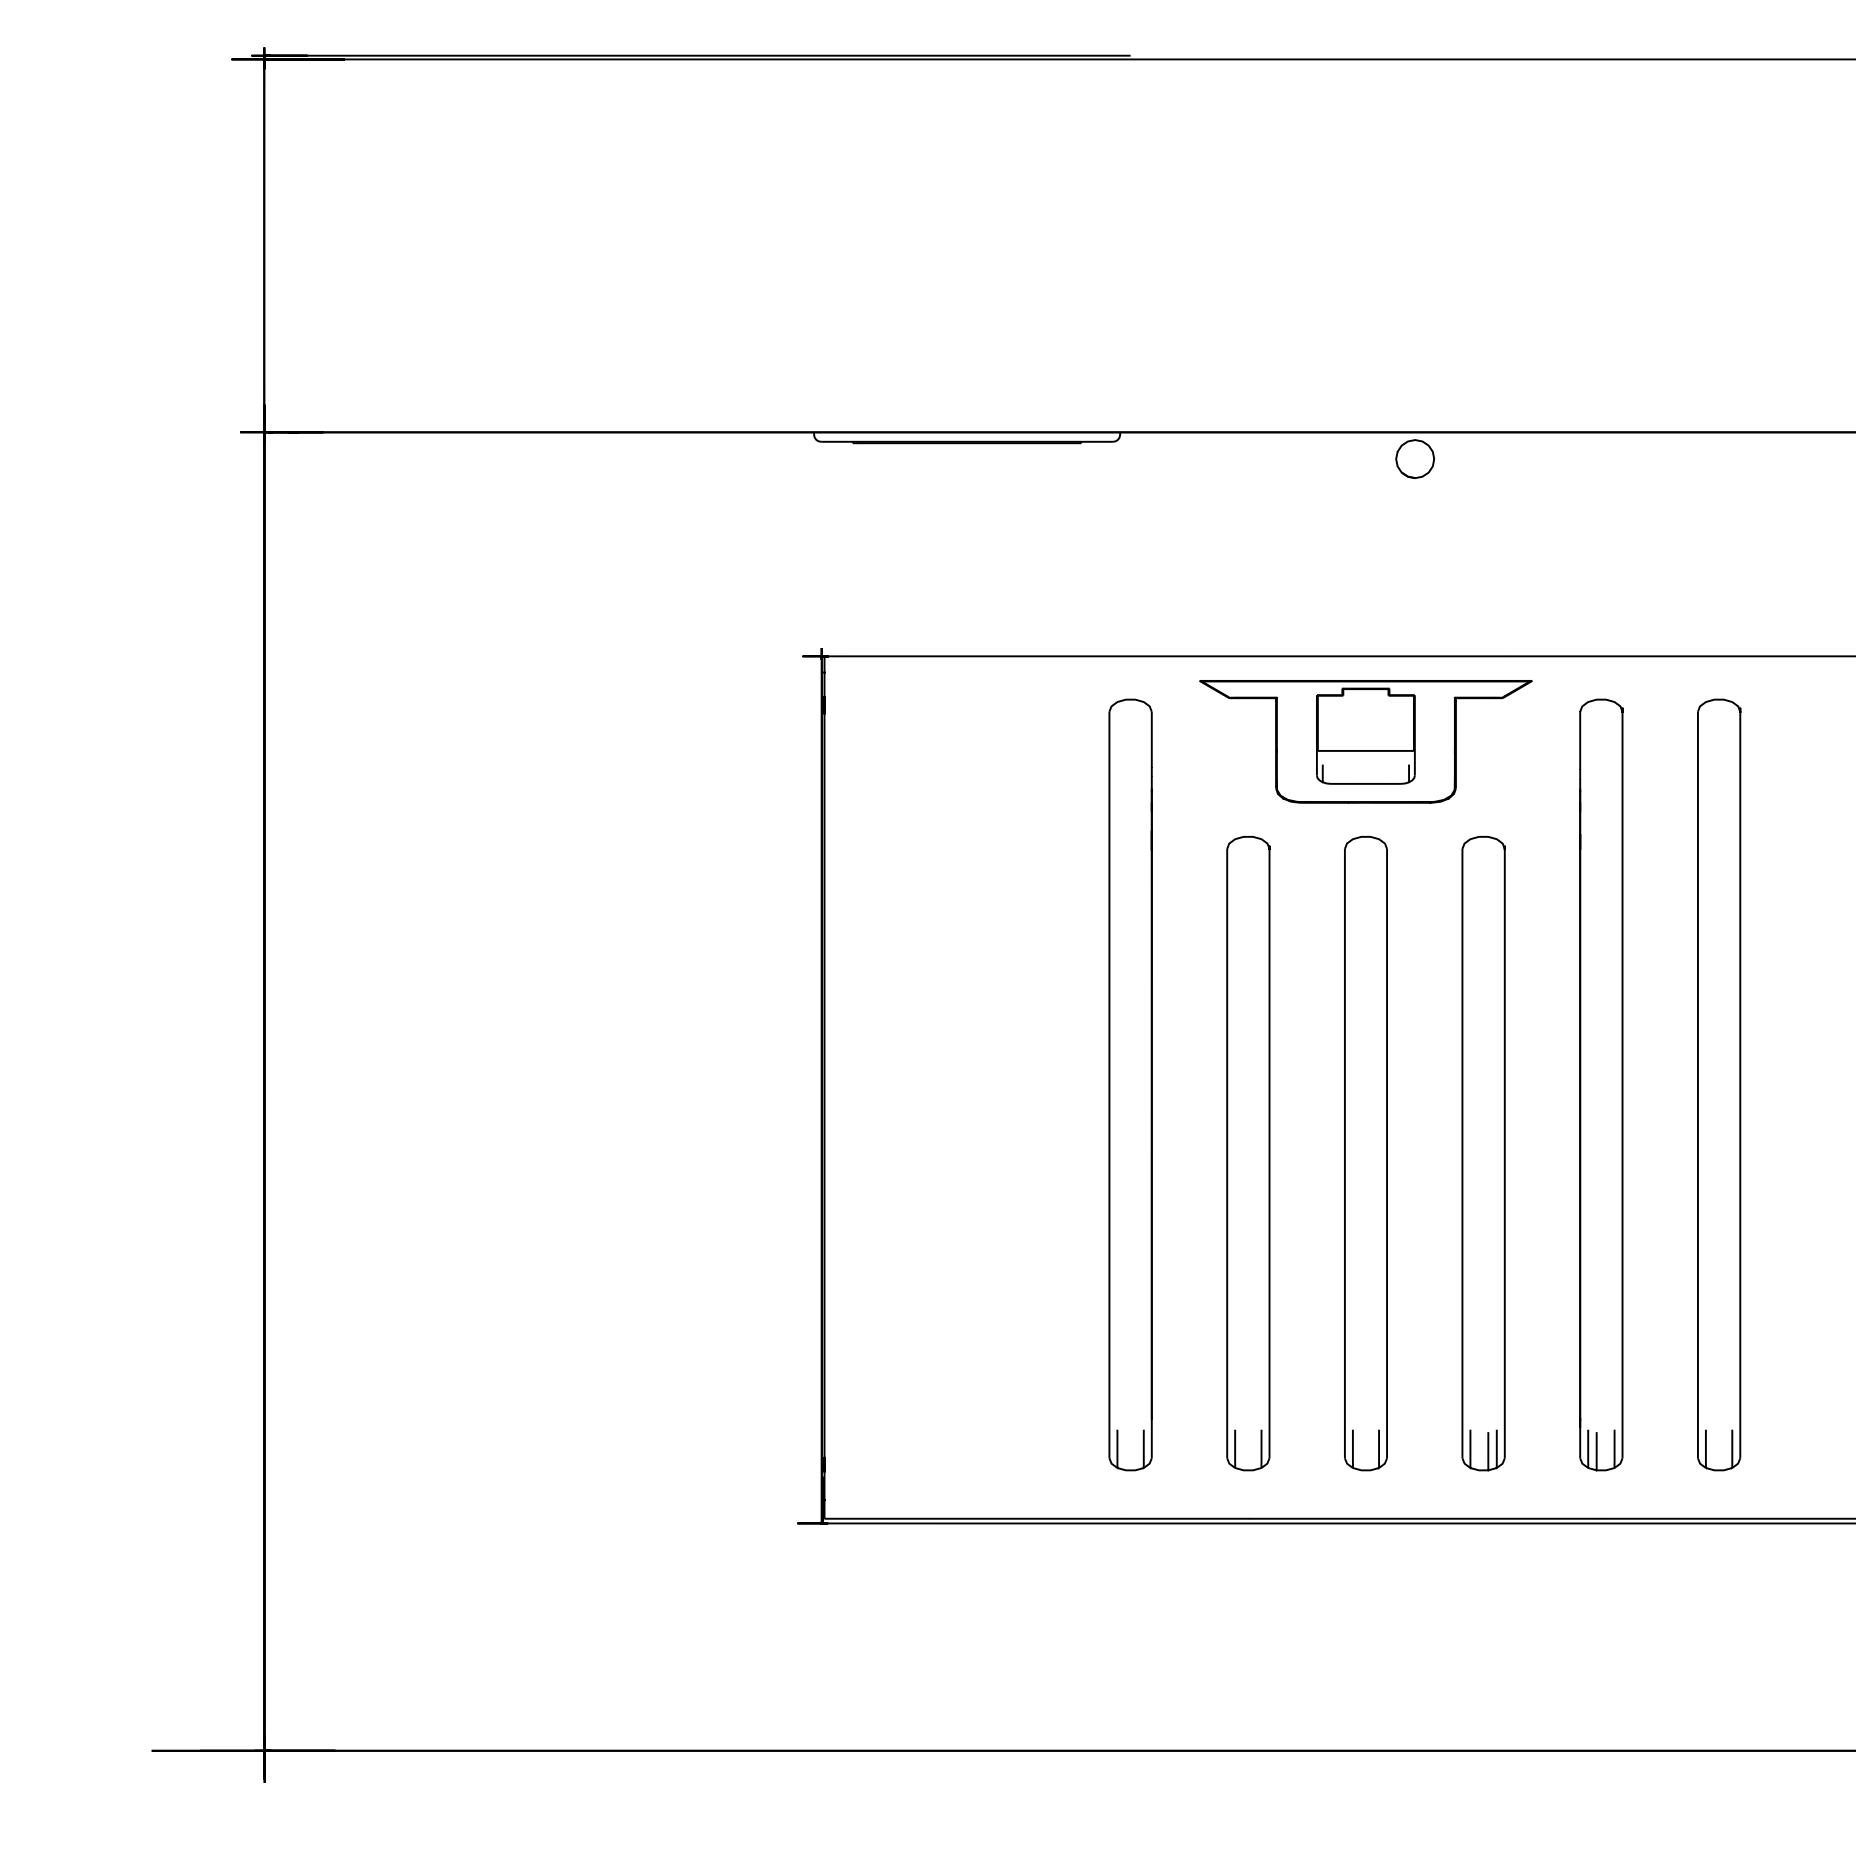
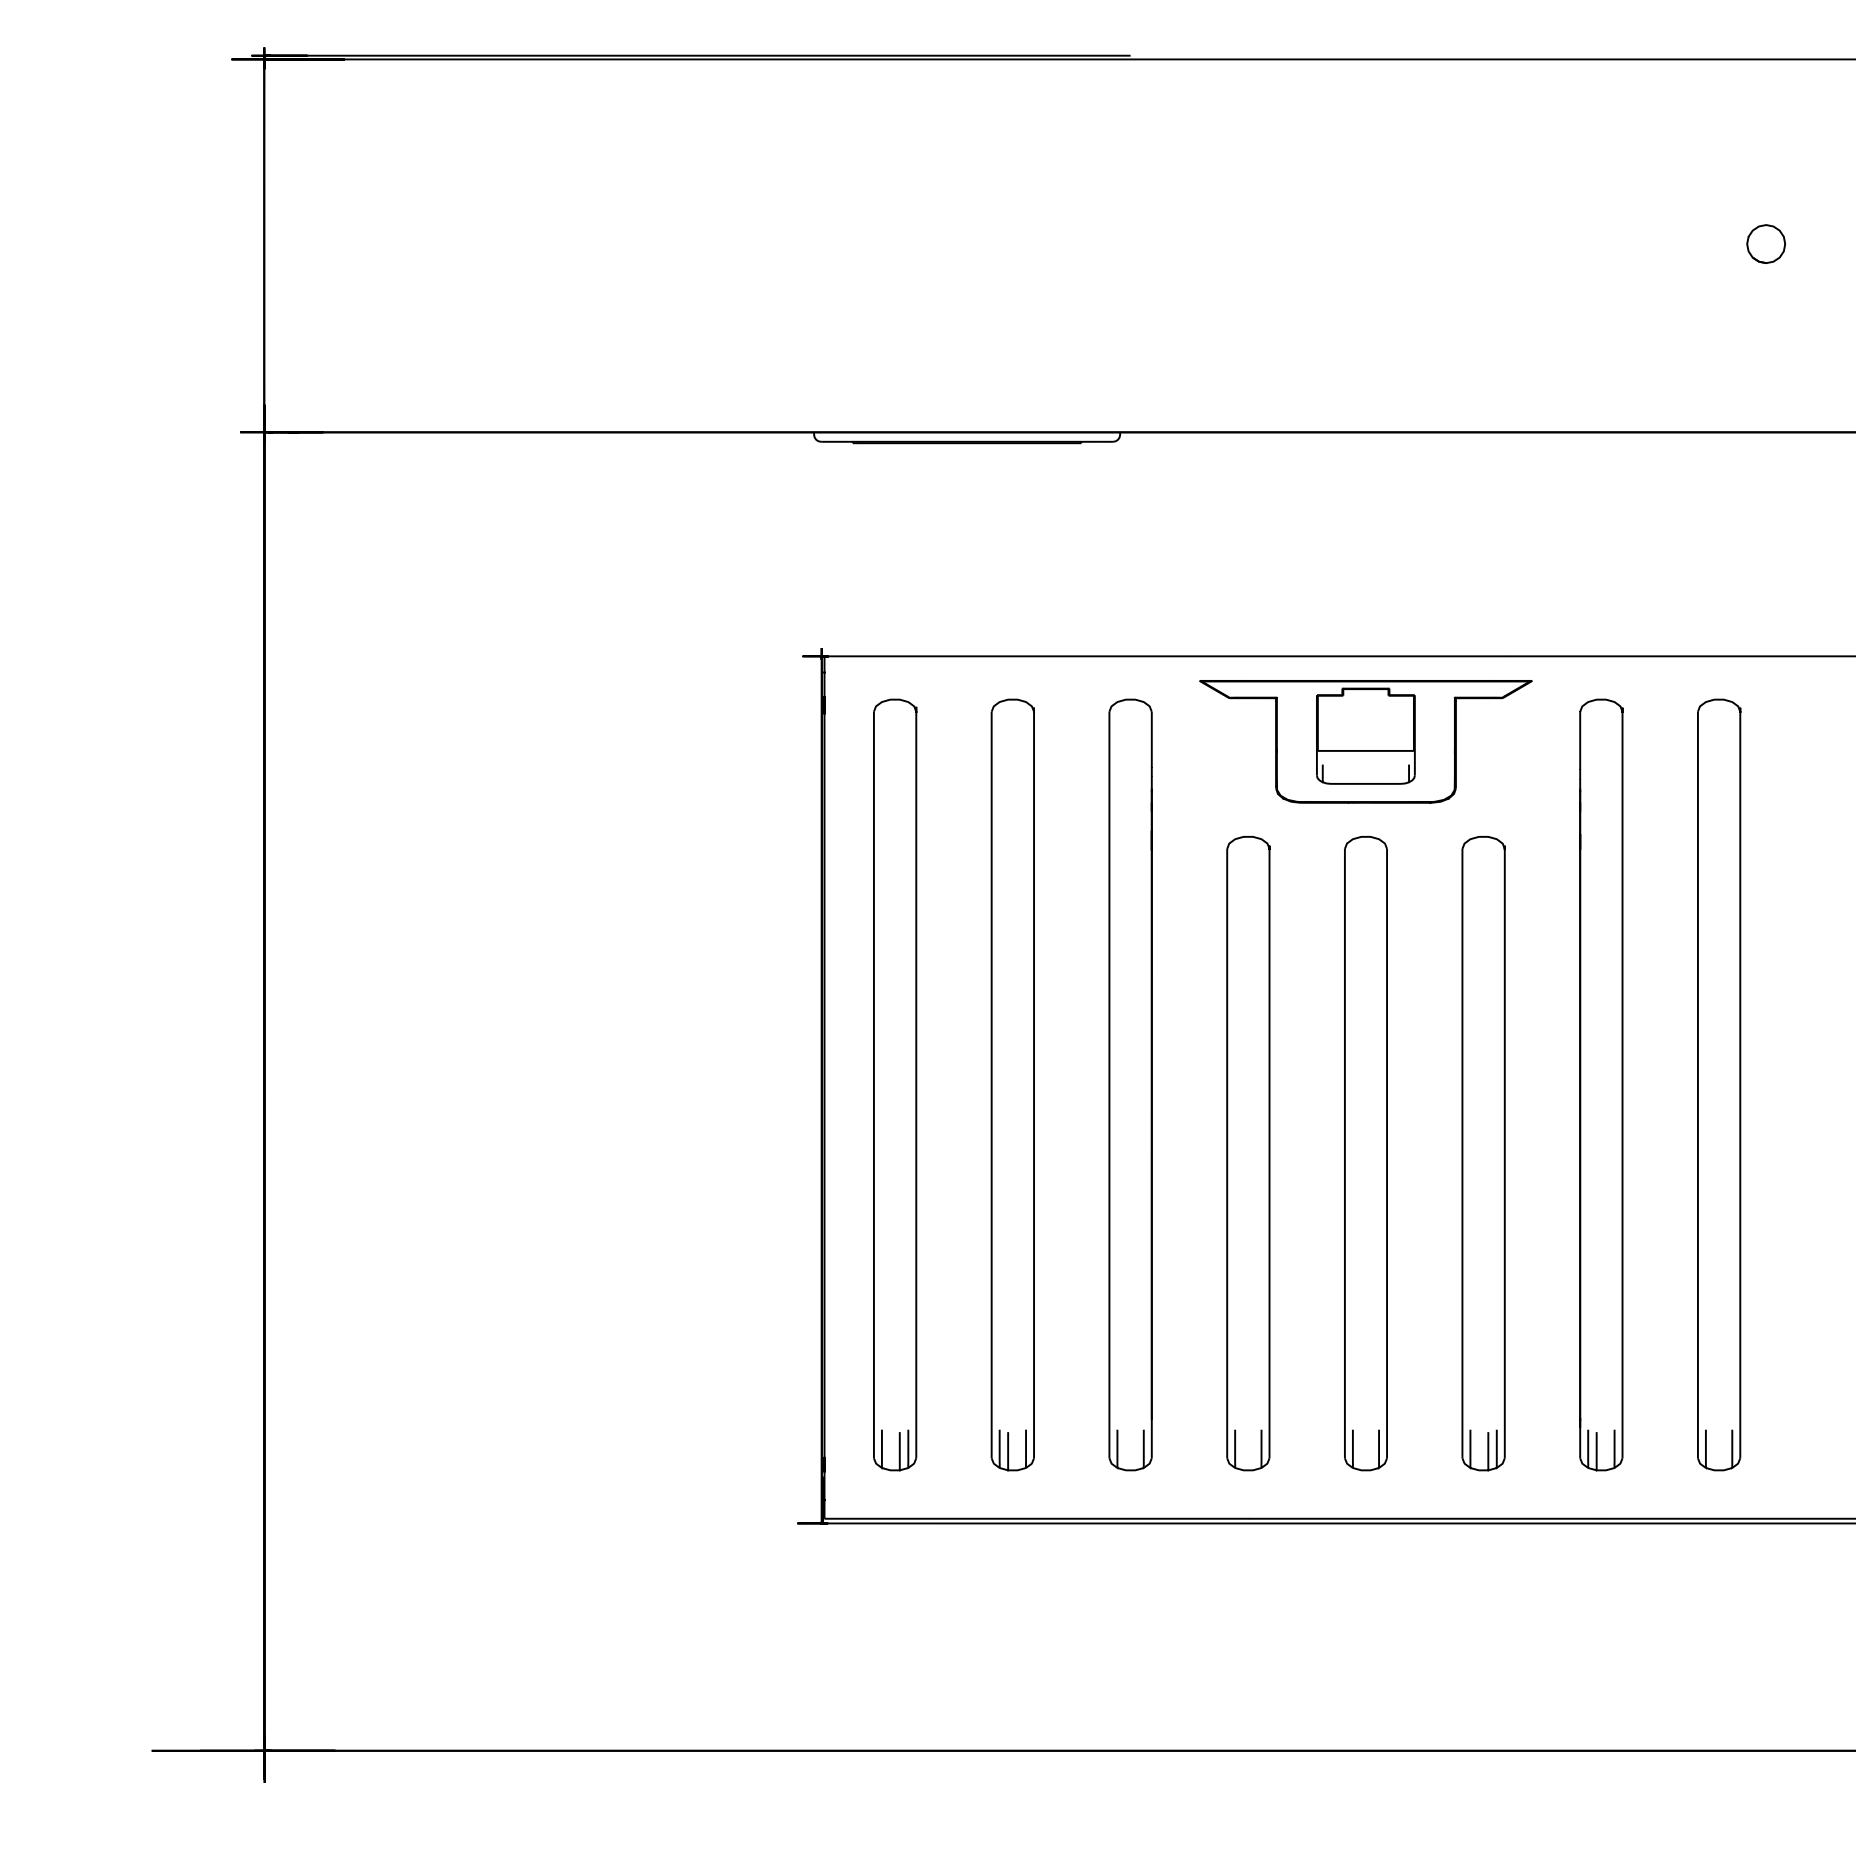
part at (1414, 458) position: (1414, 458) -> (1765, 243)
part at (895, 1084): none -> present
part at (1012, 1084): none -> present
